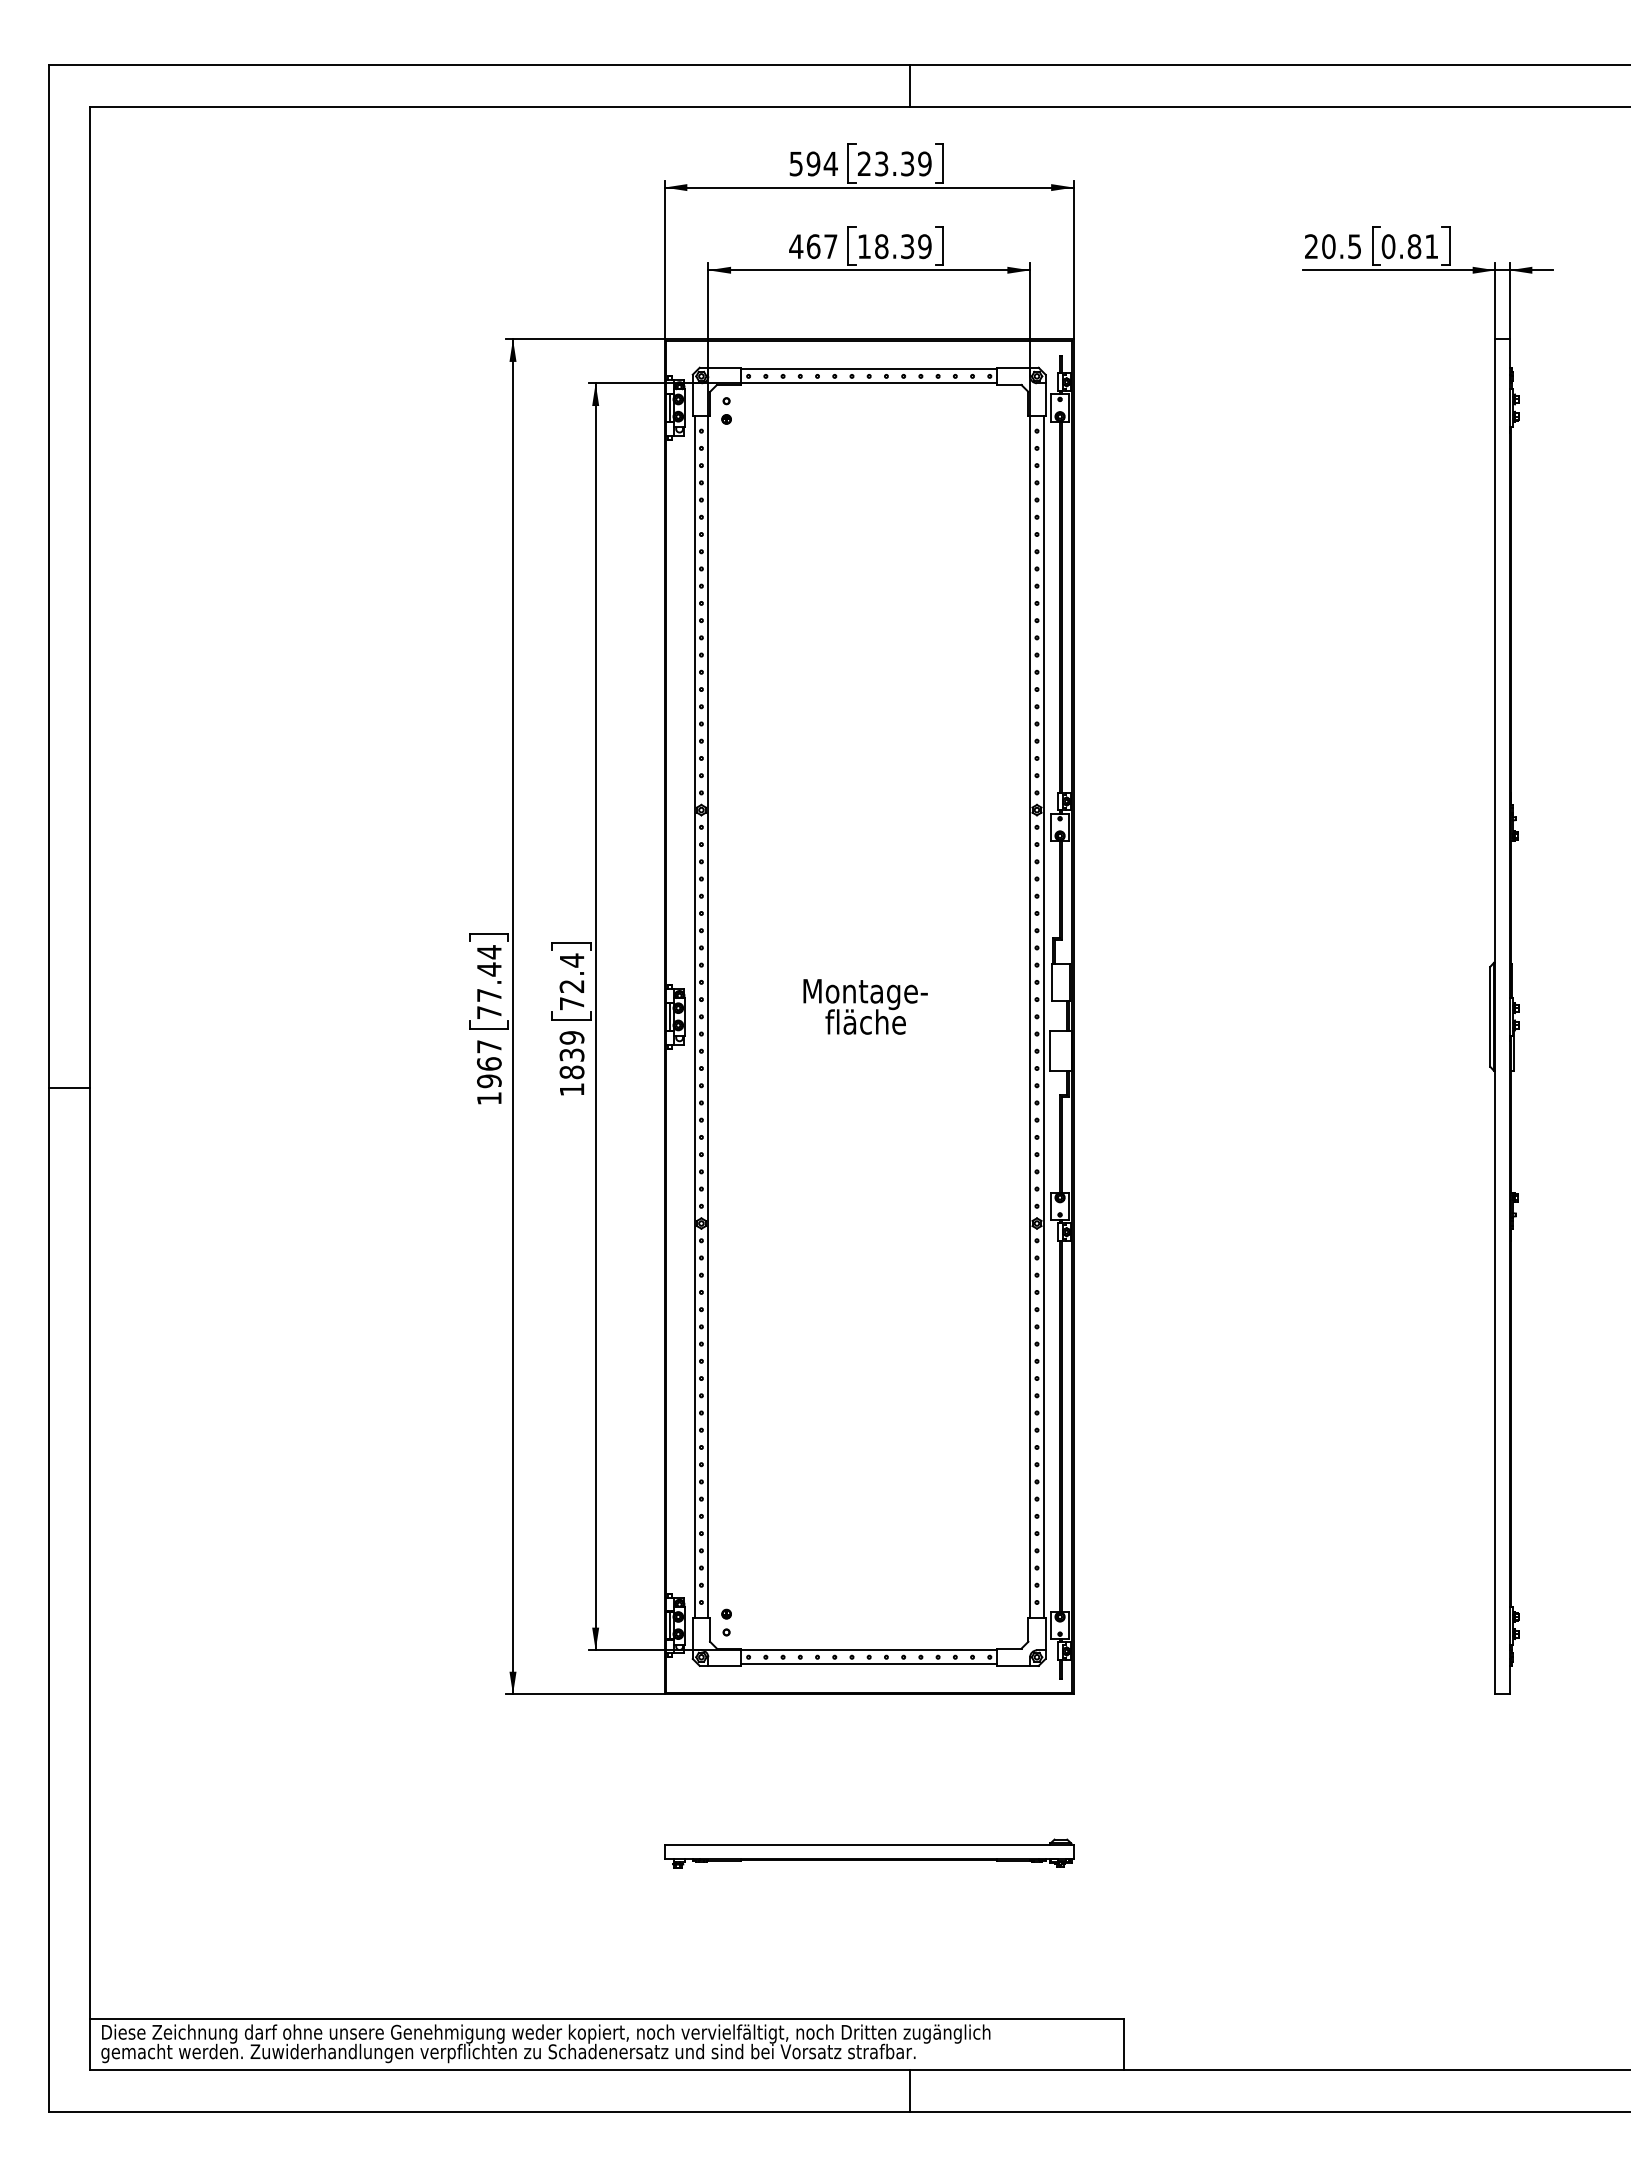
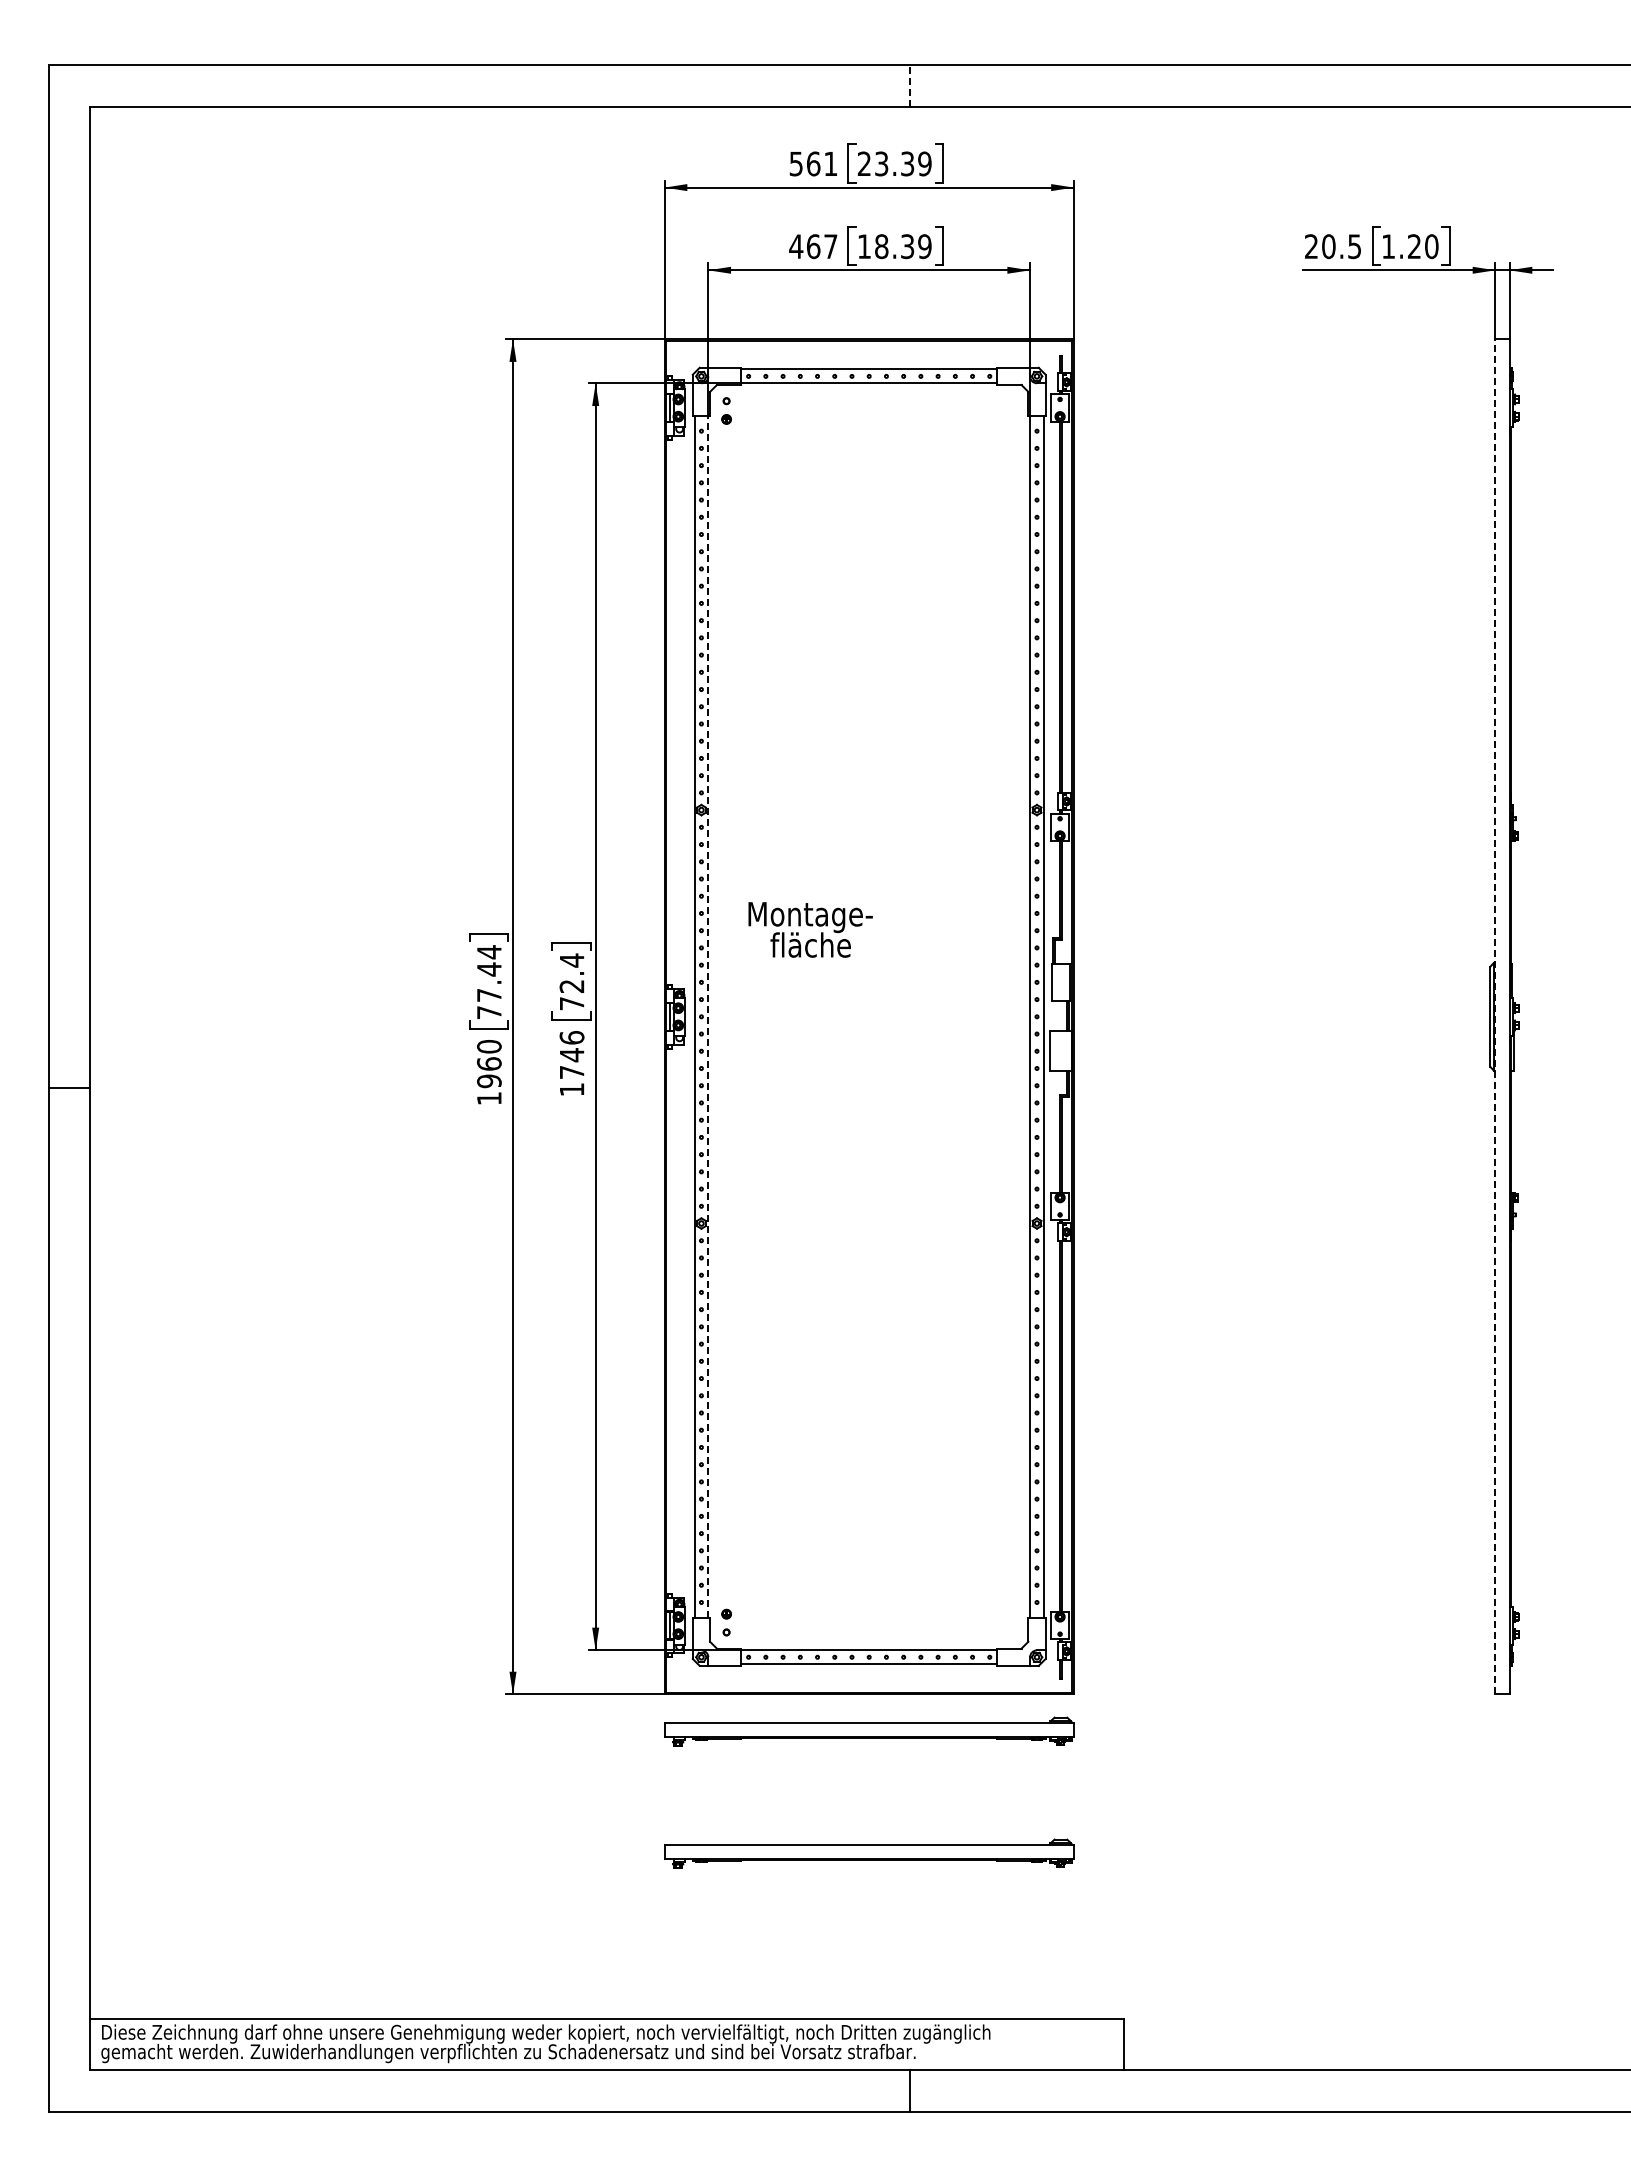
line at (910, 85): solid -> dashed
text at (821, 163): 594 -> 561
text at (1409, 246): 0.81 -> 1.20
text at (865, 1006) position: (865, 1006) -> (810, 929)
line at (708, 1016): solid -> dashed
line at (1495, 1016): solid -> dashed
text at (489, 1046): 1967 -> 1960
text at (571, 1055): 1839 -> 1746
part at (869, 1731): none -> present
